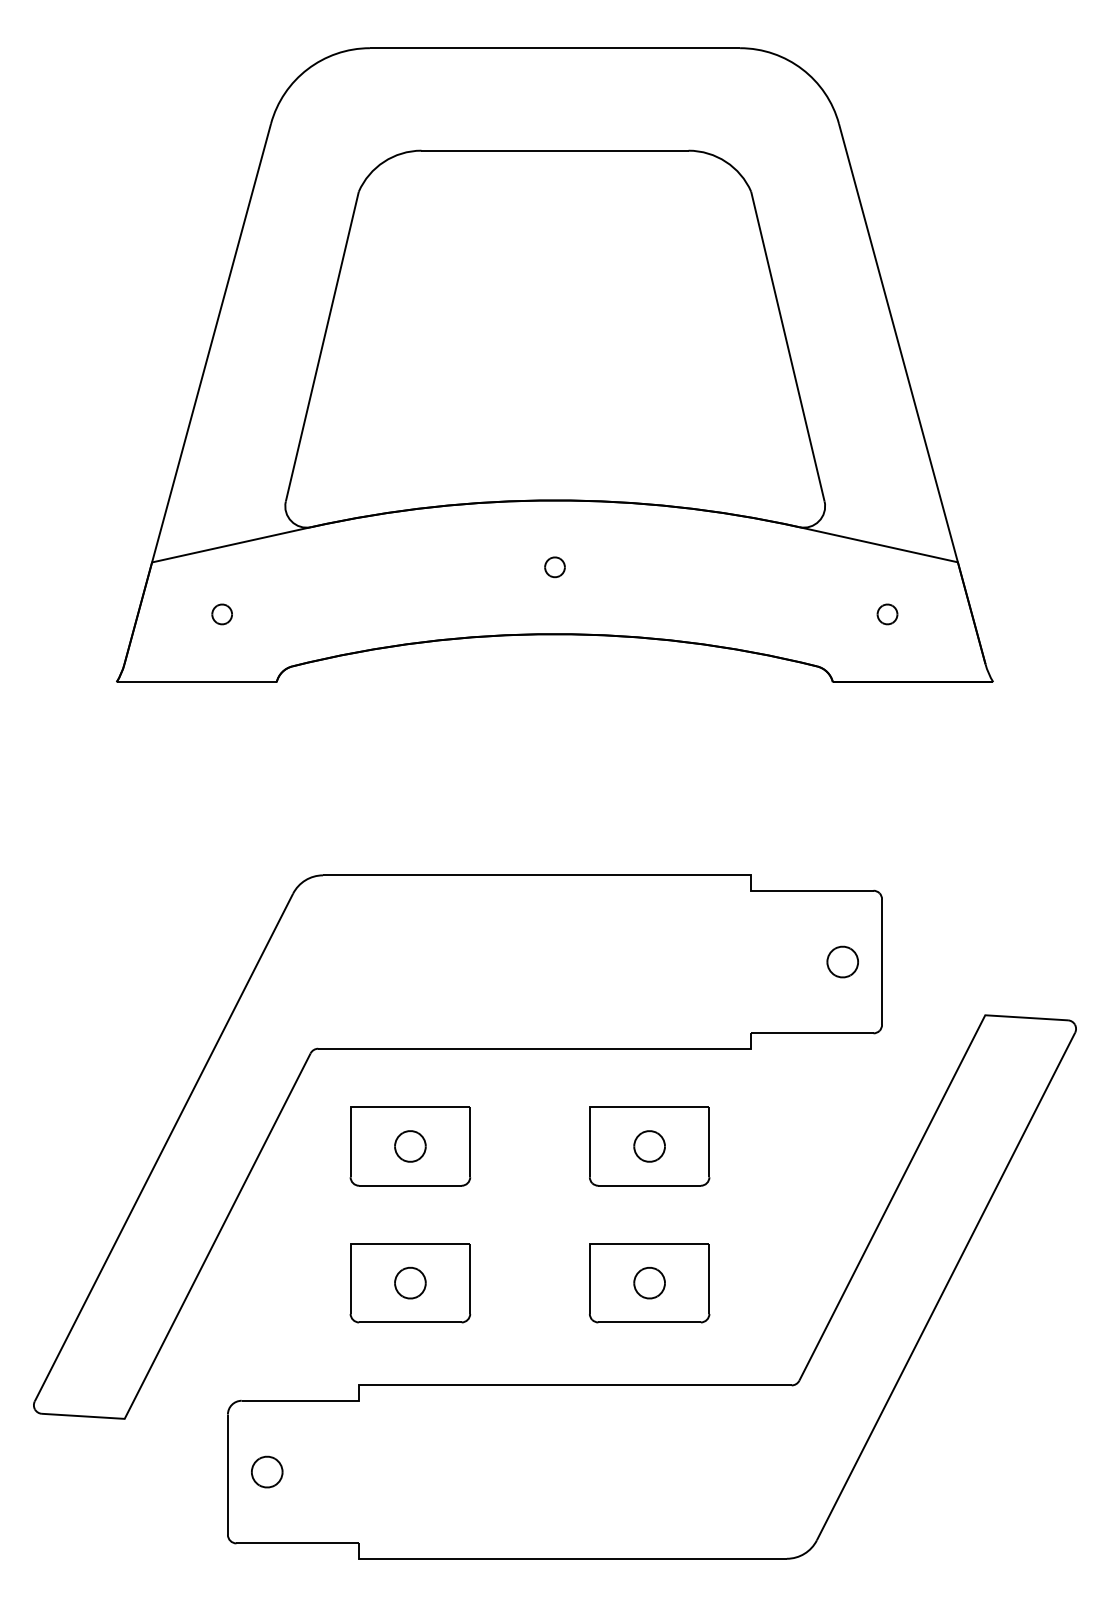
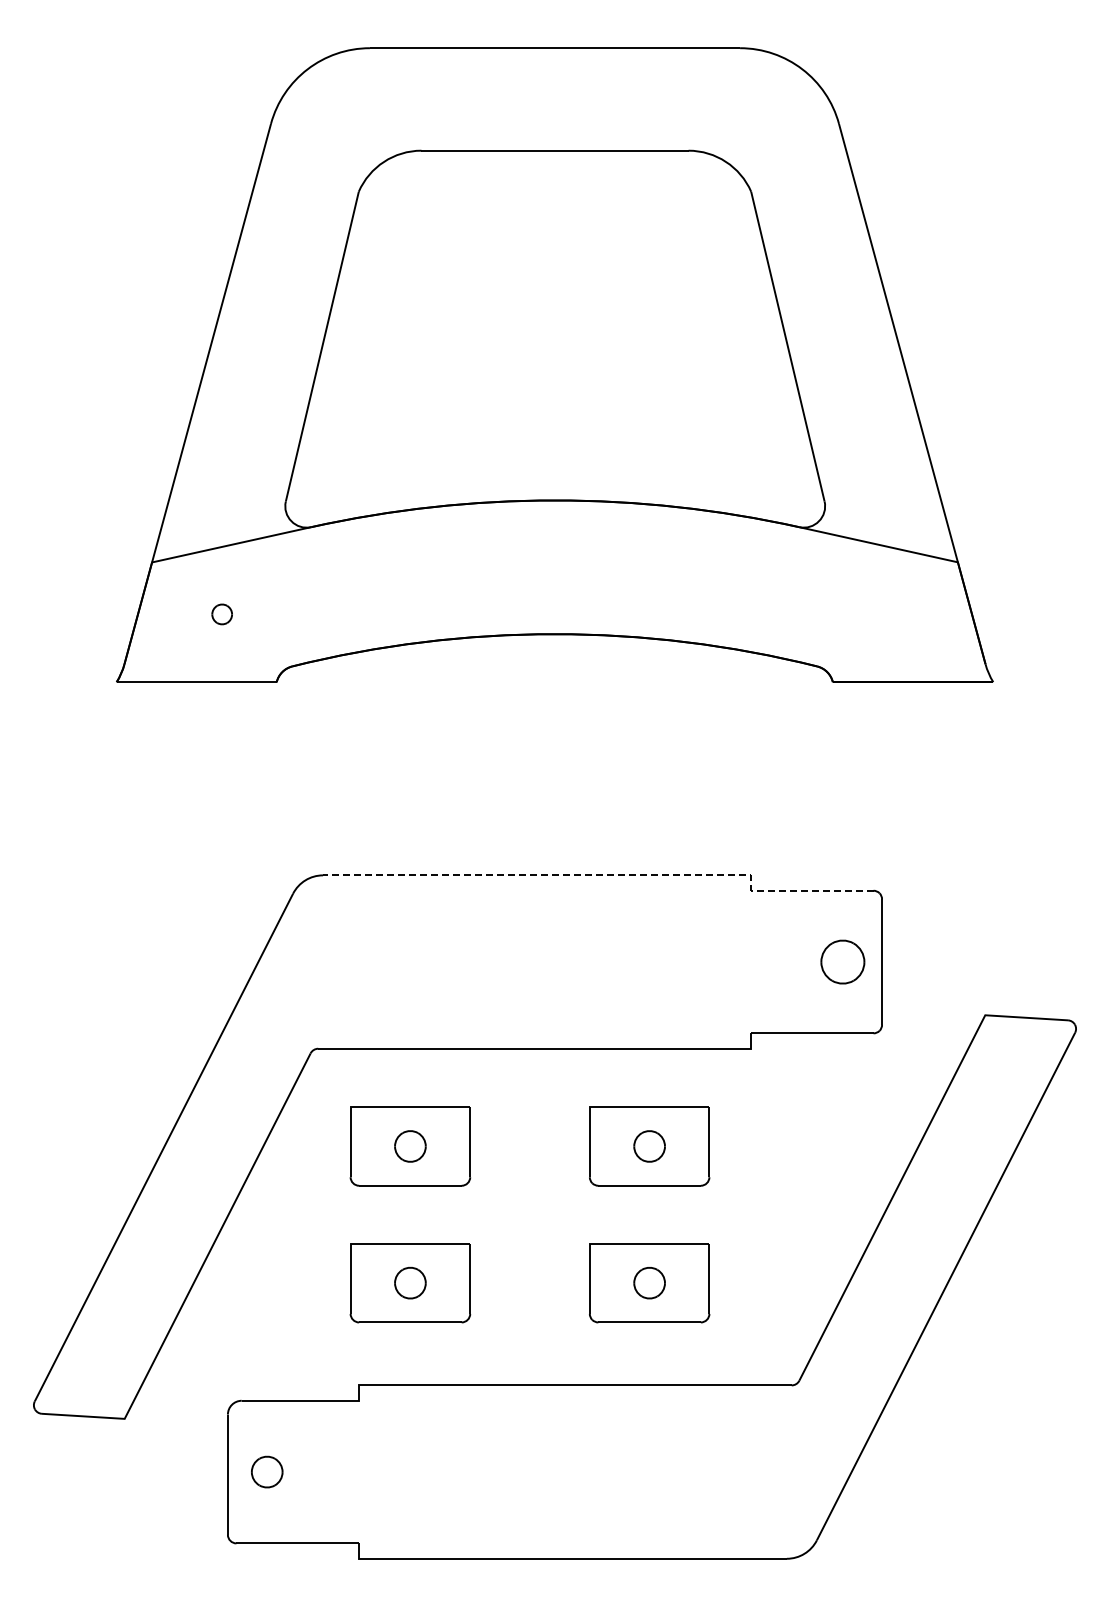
part at (554, 567): present -> none
part at (887, 614): present -> none
line at (607, 875): solid -> dashed
part at (842, 961) size: 33x34 px -> 46x46 px
